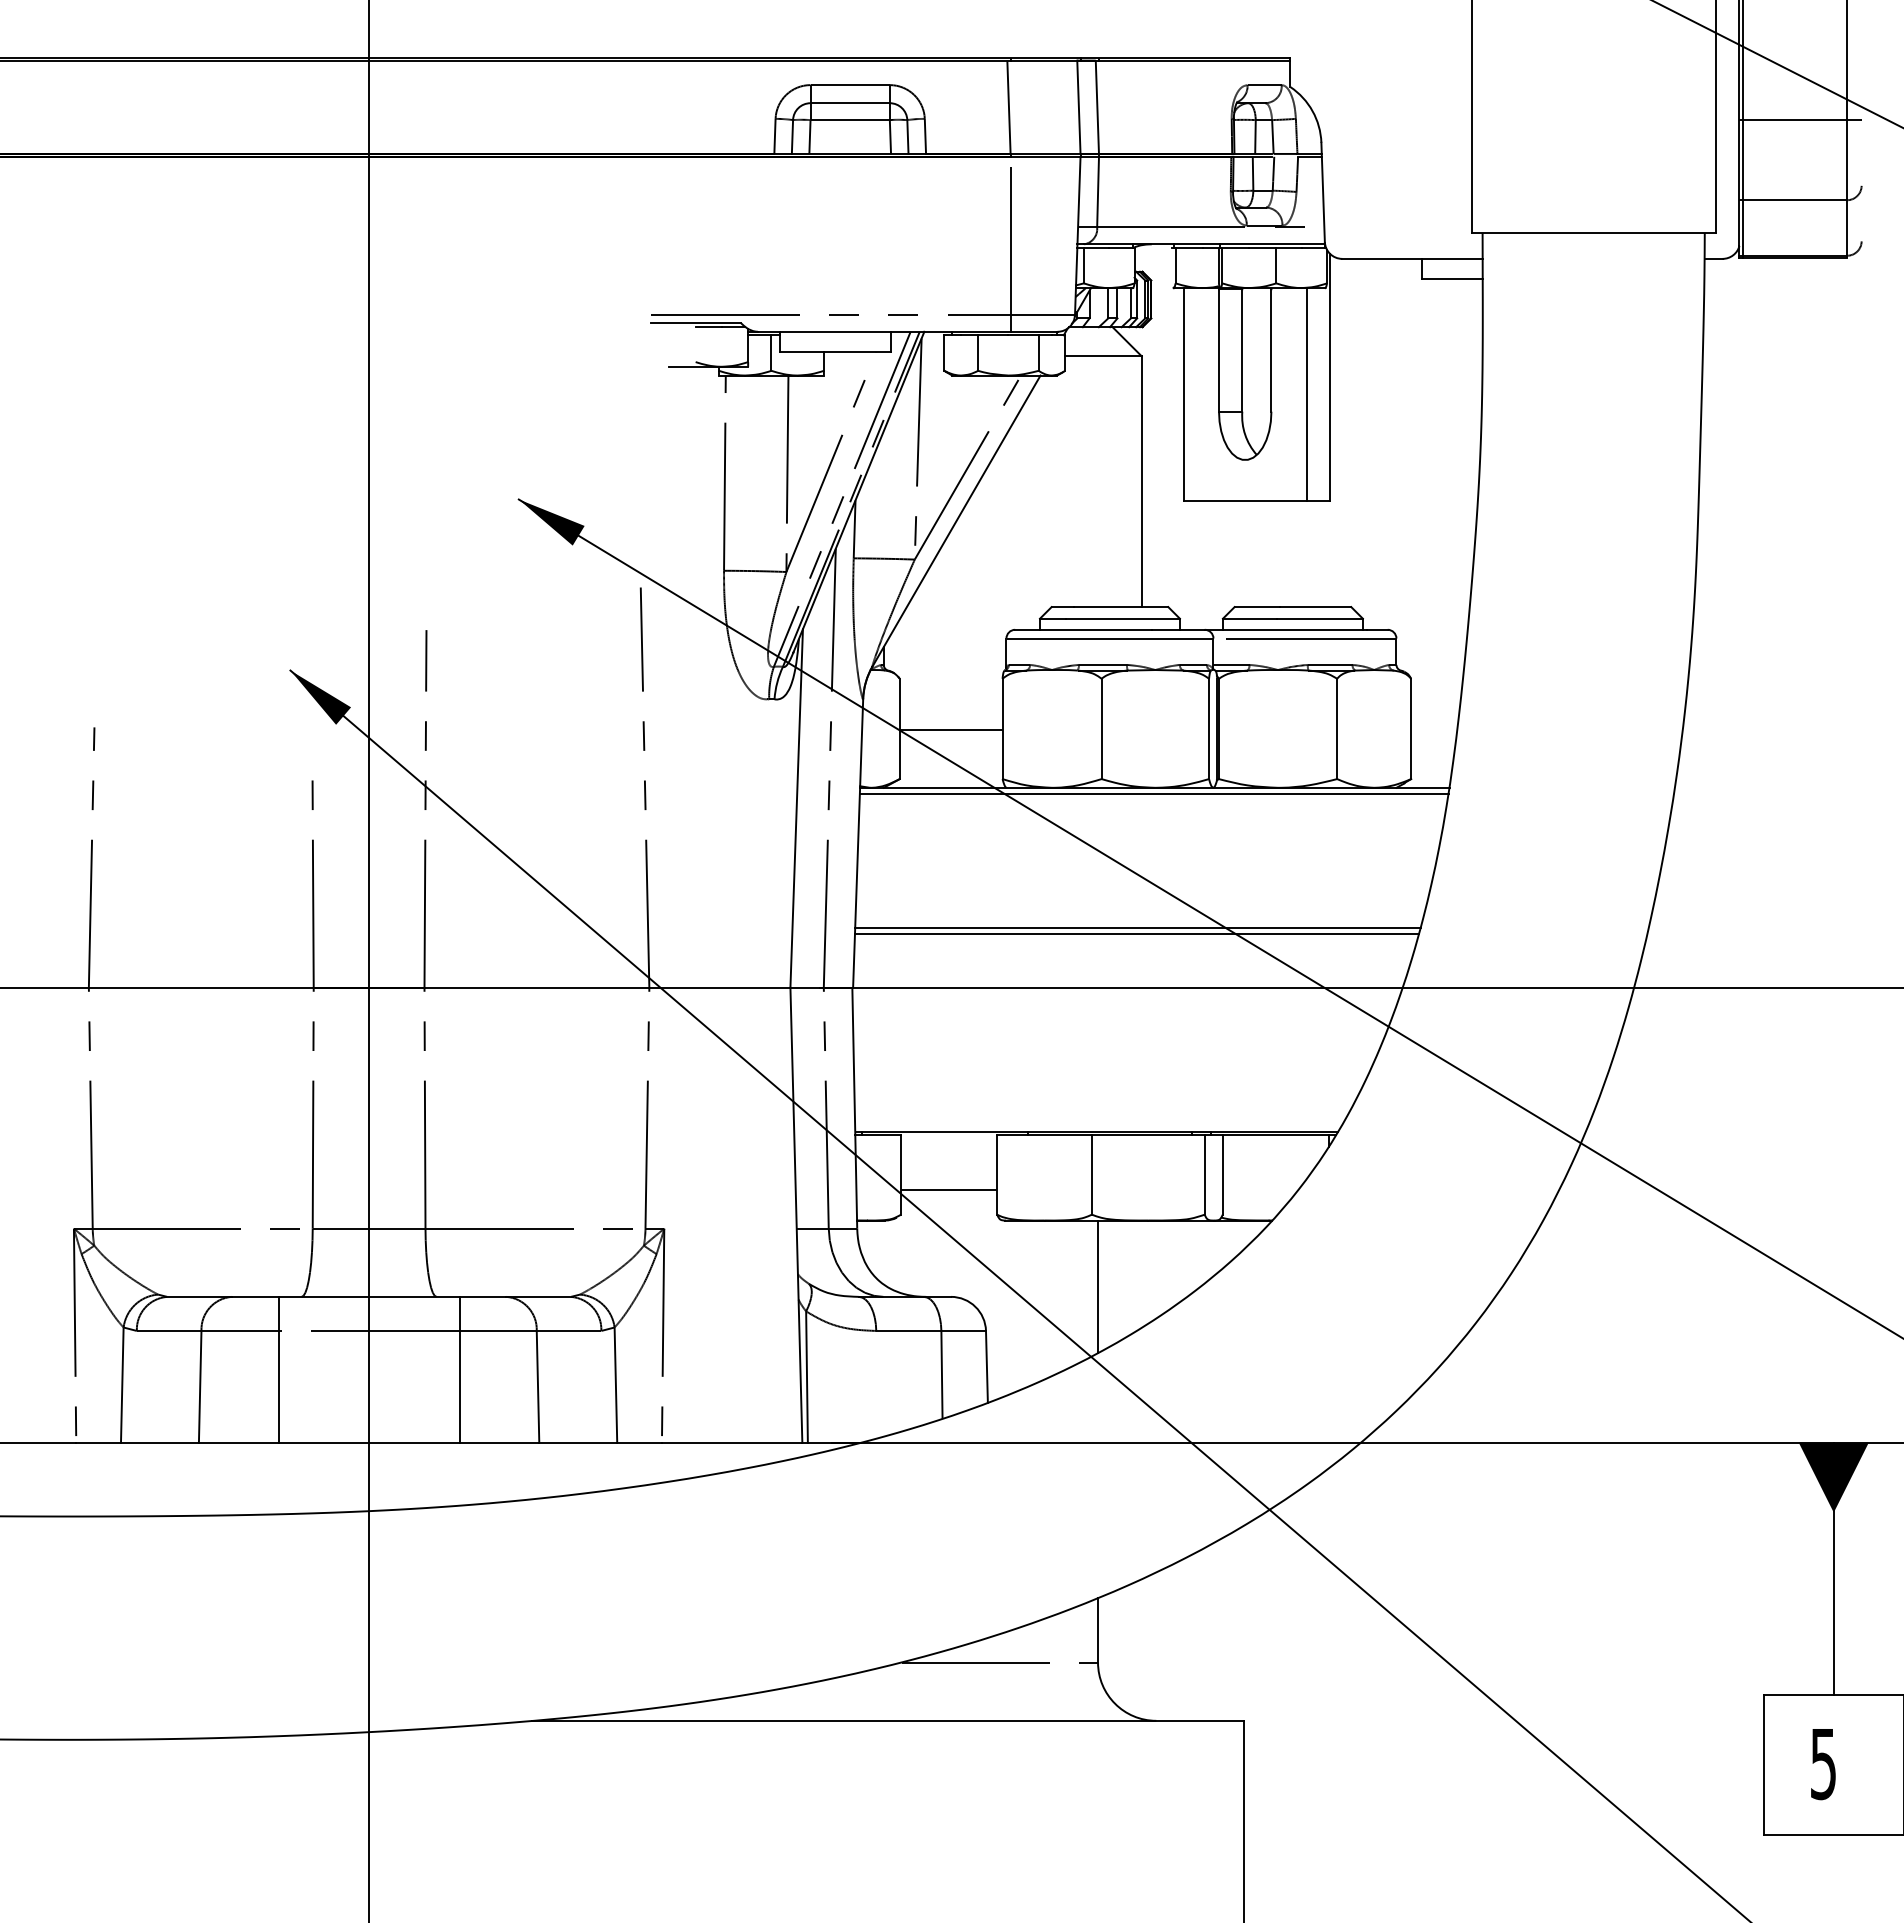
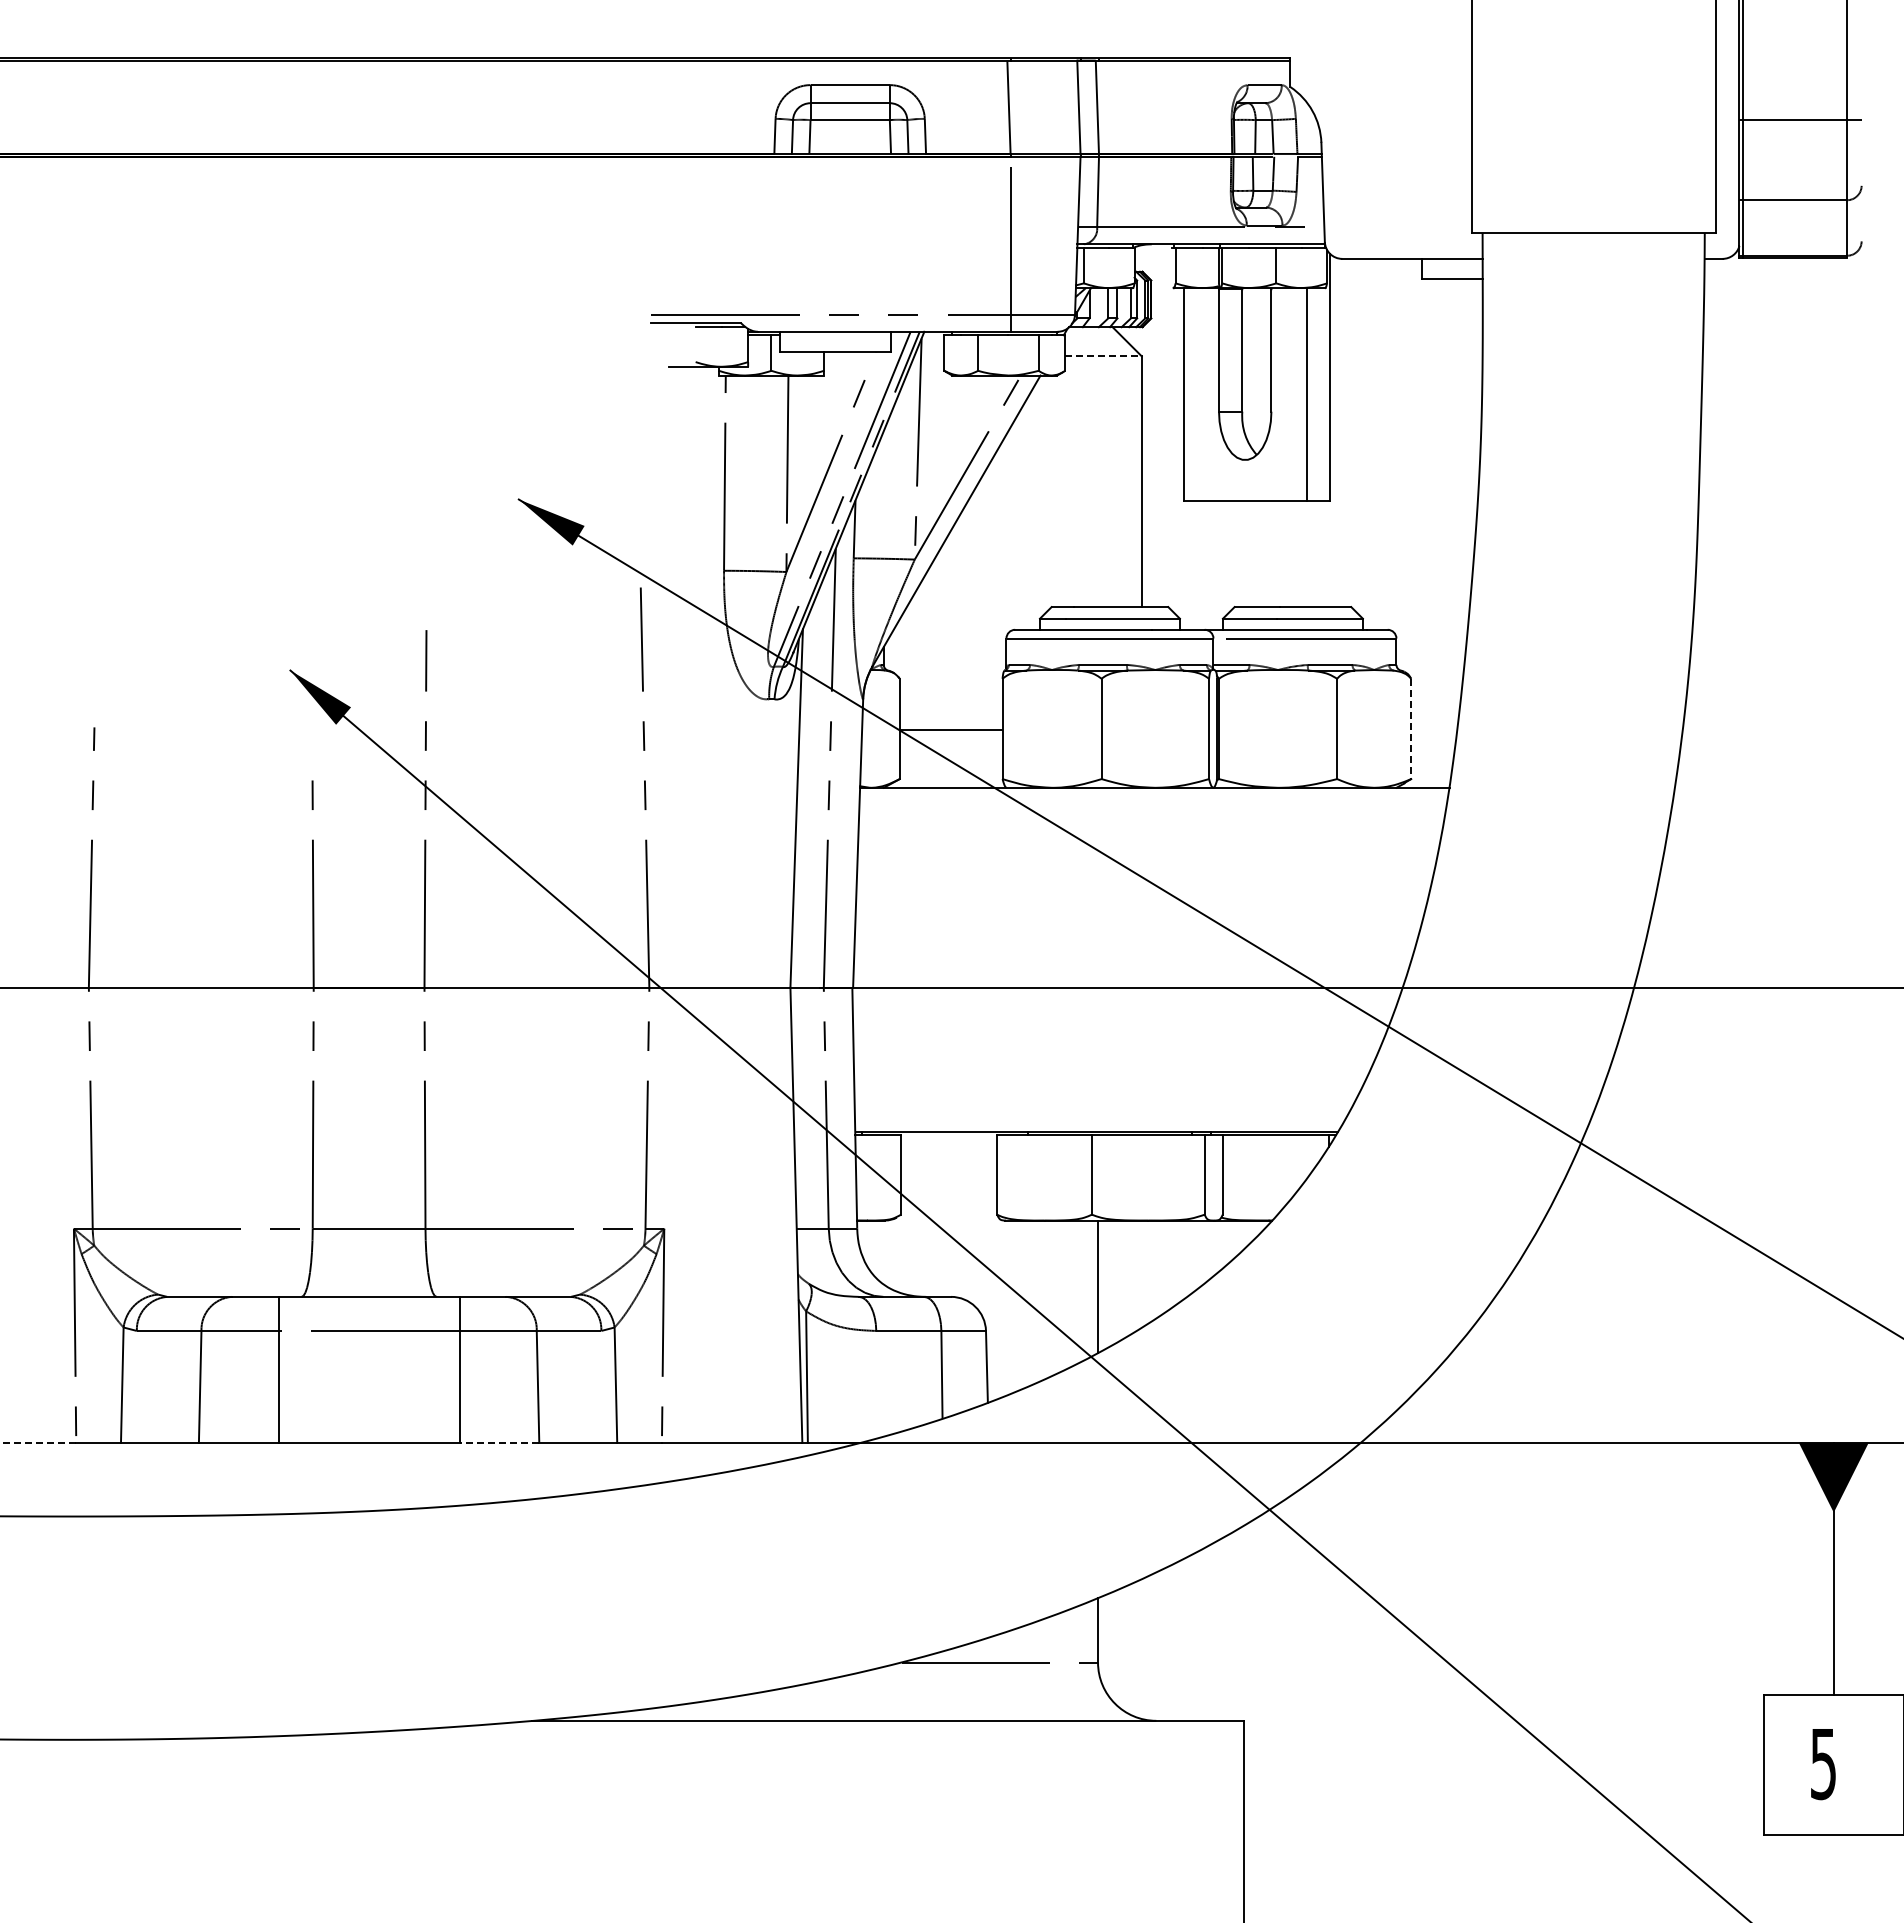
line at (1777, 64): present -> none
line at (1103, 356): solid -> dashed
line at (1411, 729): solid -> dashed
line at (1154, 793): present -> none
line at (1137, 927): present -> none
line at (1137, 933): present -> none
line at (369, 960): present -> none
line at (949, 1190): present -> none
line at (38, 1442): solid -> dashed
line at (499, 1442): solid -> dashed
